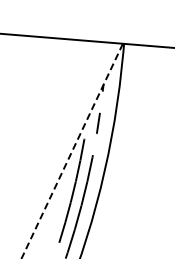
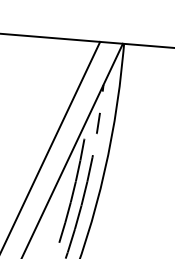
line at (51, 145): none -> present
line at (72, 151): dashed -> solid
